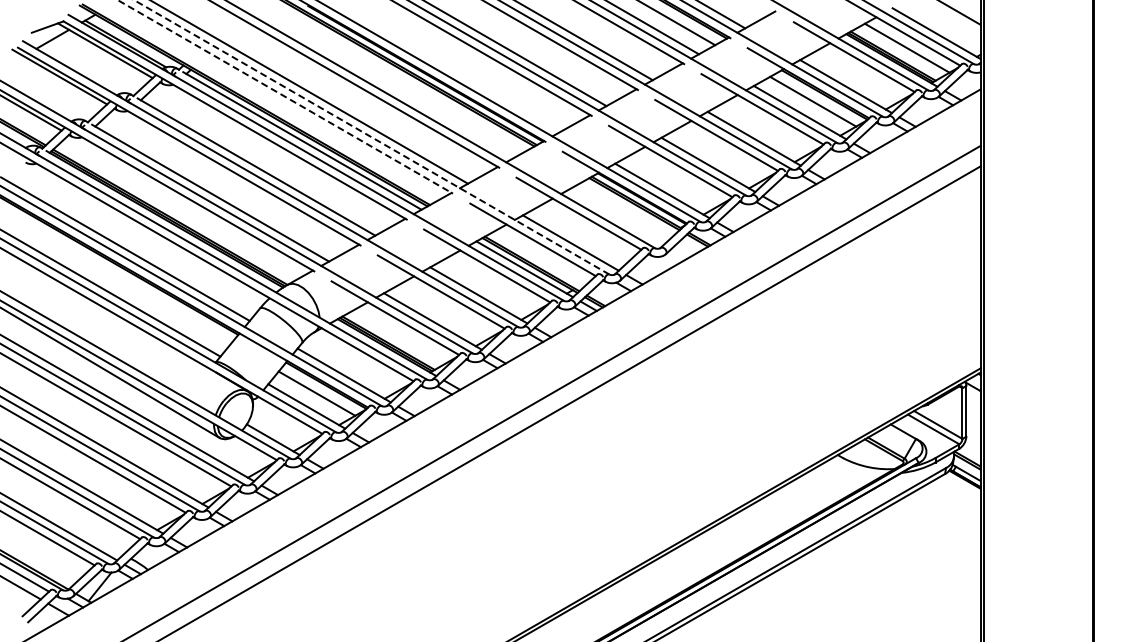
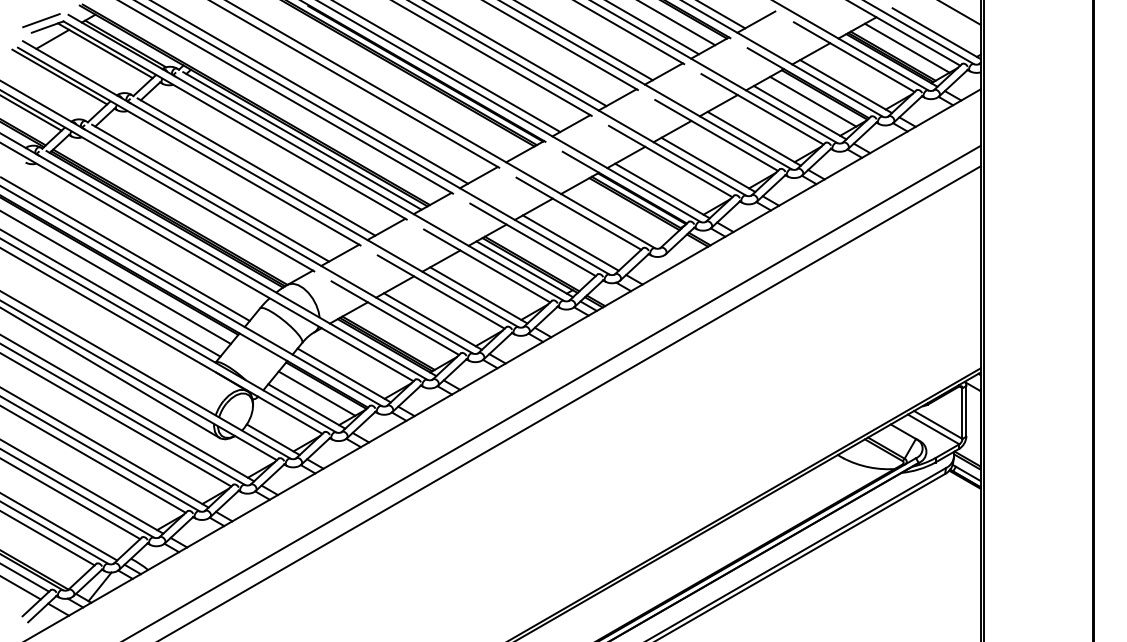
line at (41, 20): none -> present
line at (447, 67): none -> present
line at (285, 96): dashed -> solid
line at (371, 137): dashed -> solid
line at (116, 277): none -> present
